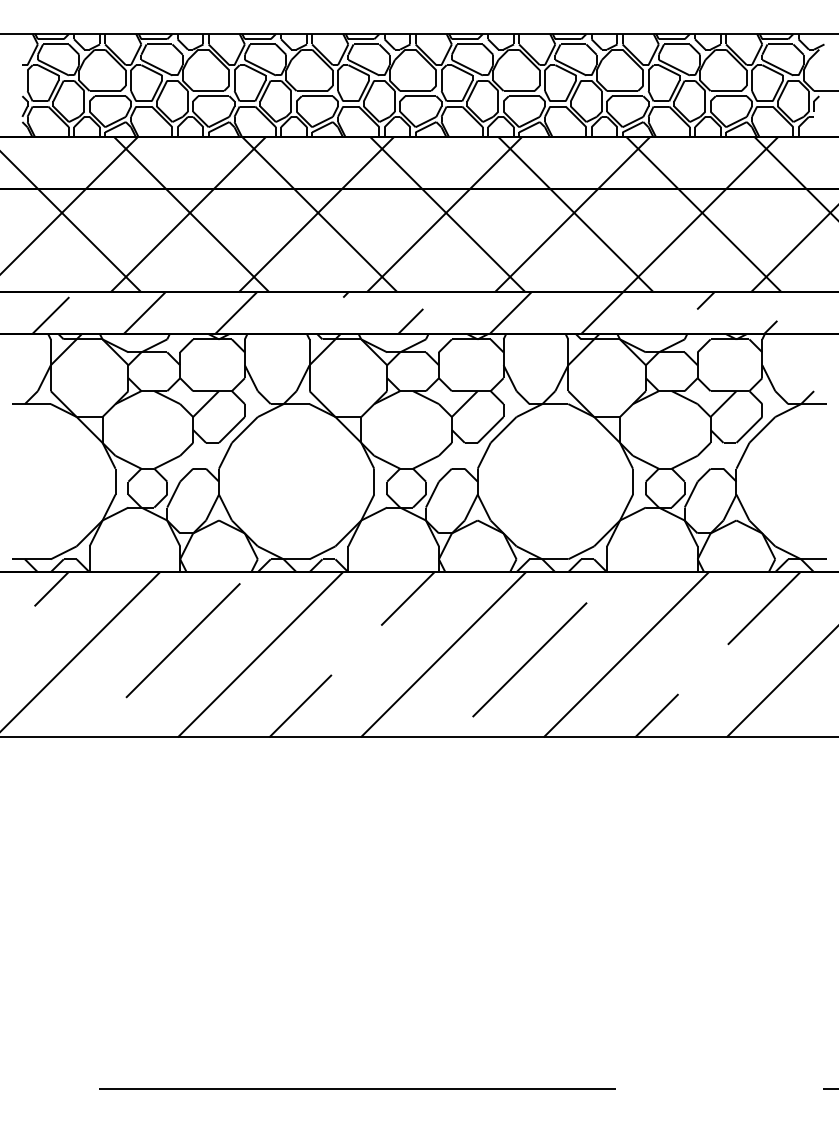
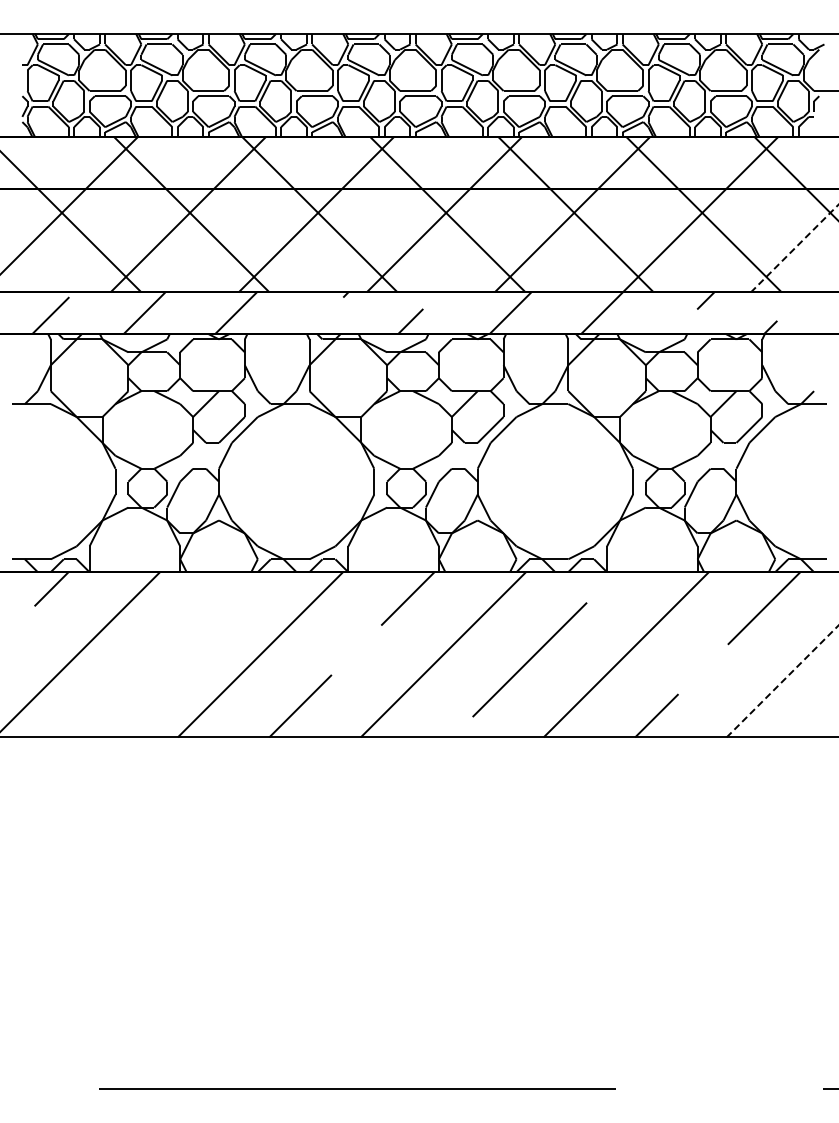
line at (795, 248): solid -> dashed
line at (182, 640): present -> none
line at (783, 681): solid -> dashed
